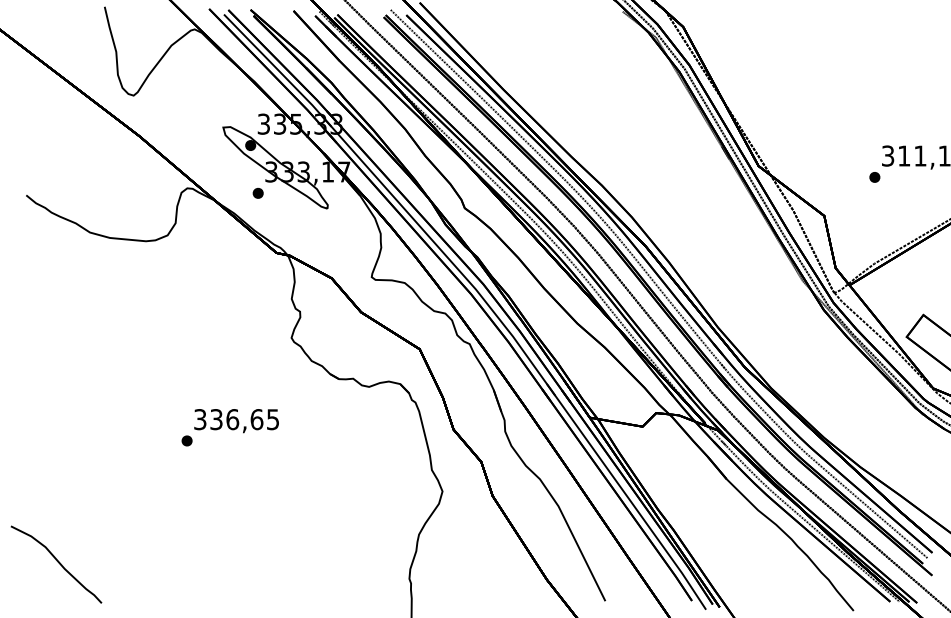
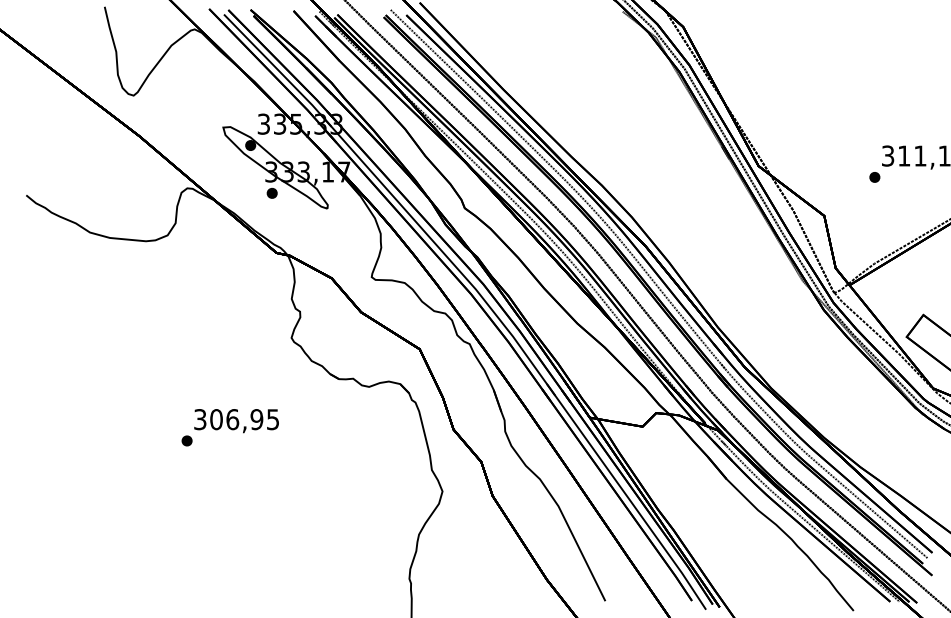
part at (257, 193) position: (257, 193) -> (271, 193)
text at (236, 419): 336,65 -> 306,95
part at (56, 564): present -> none
